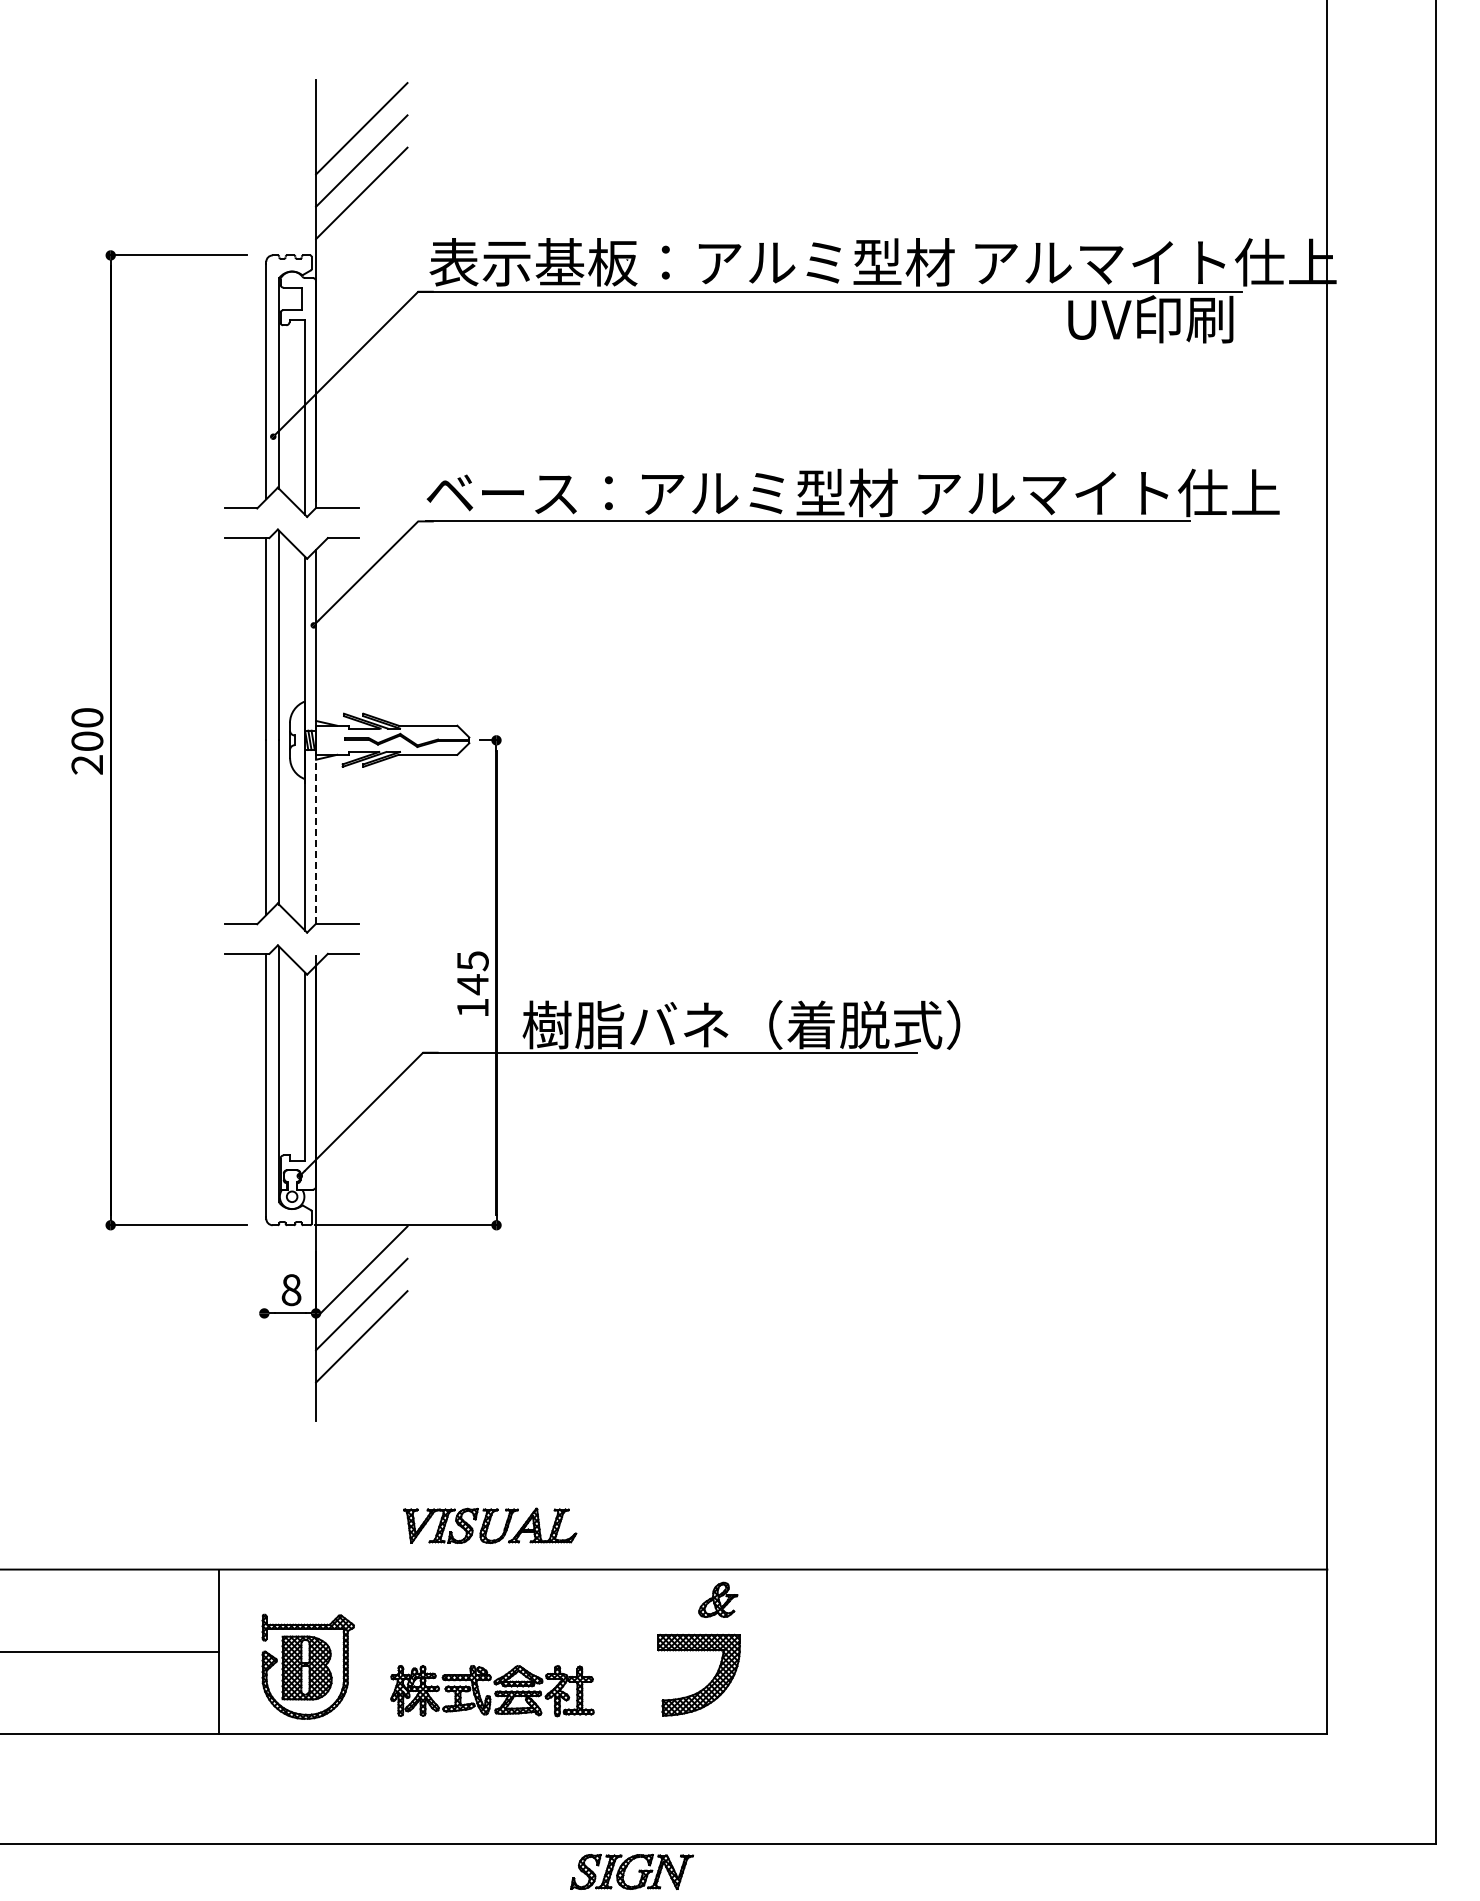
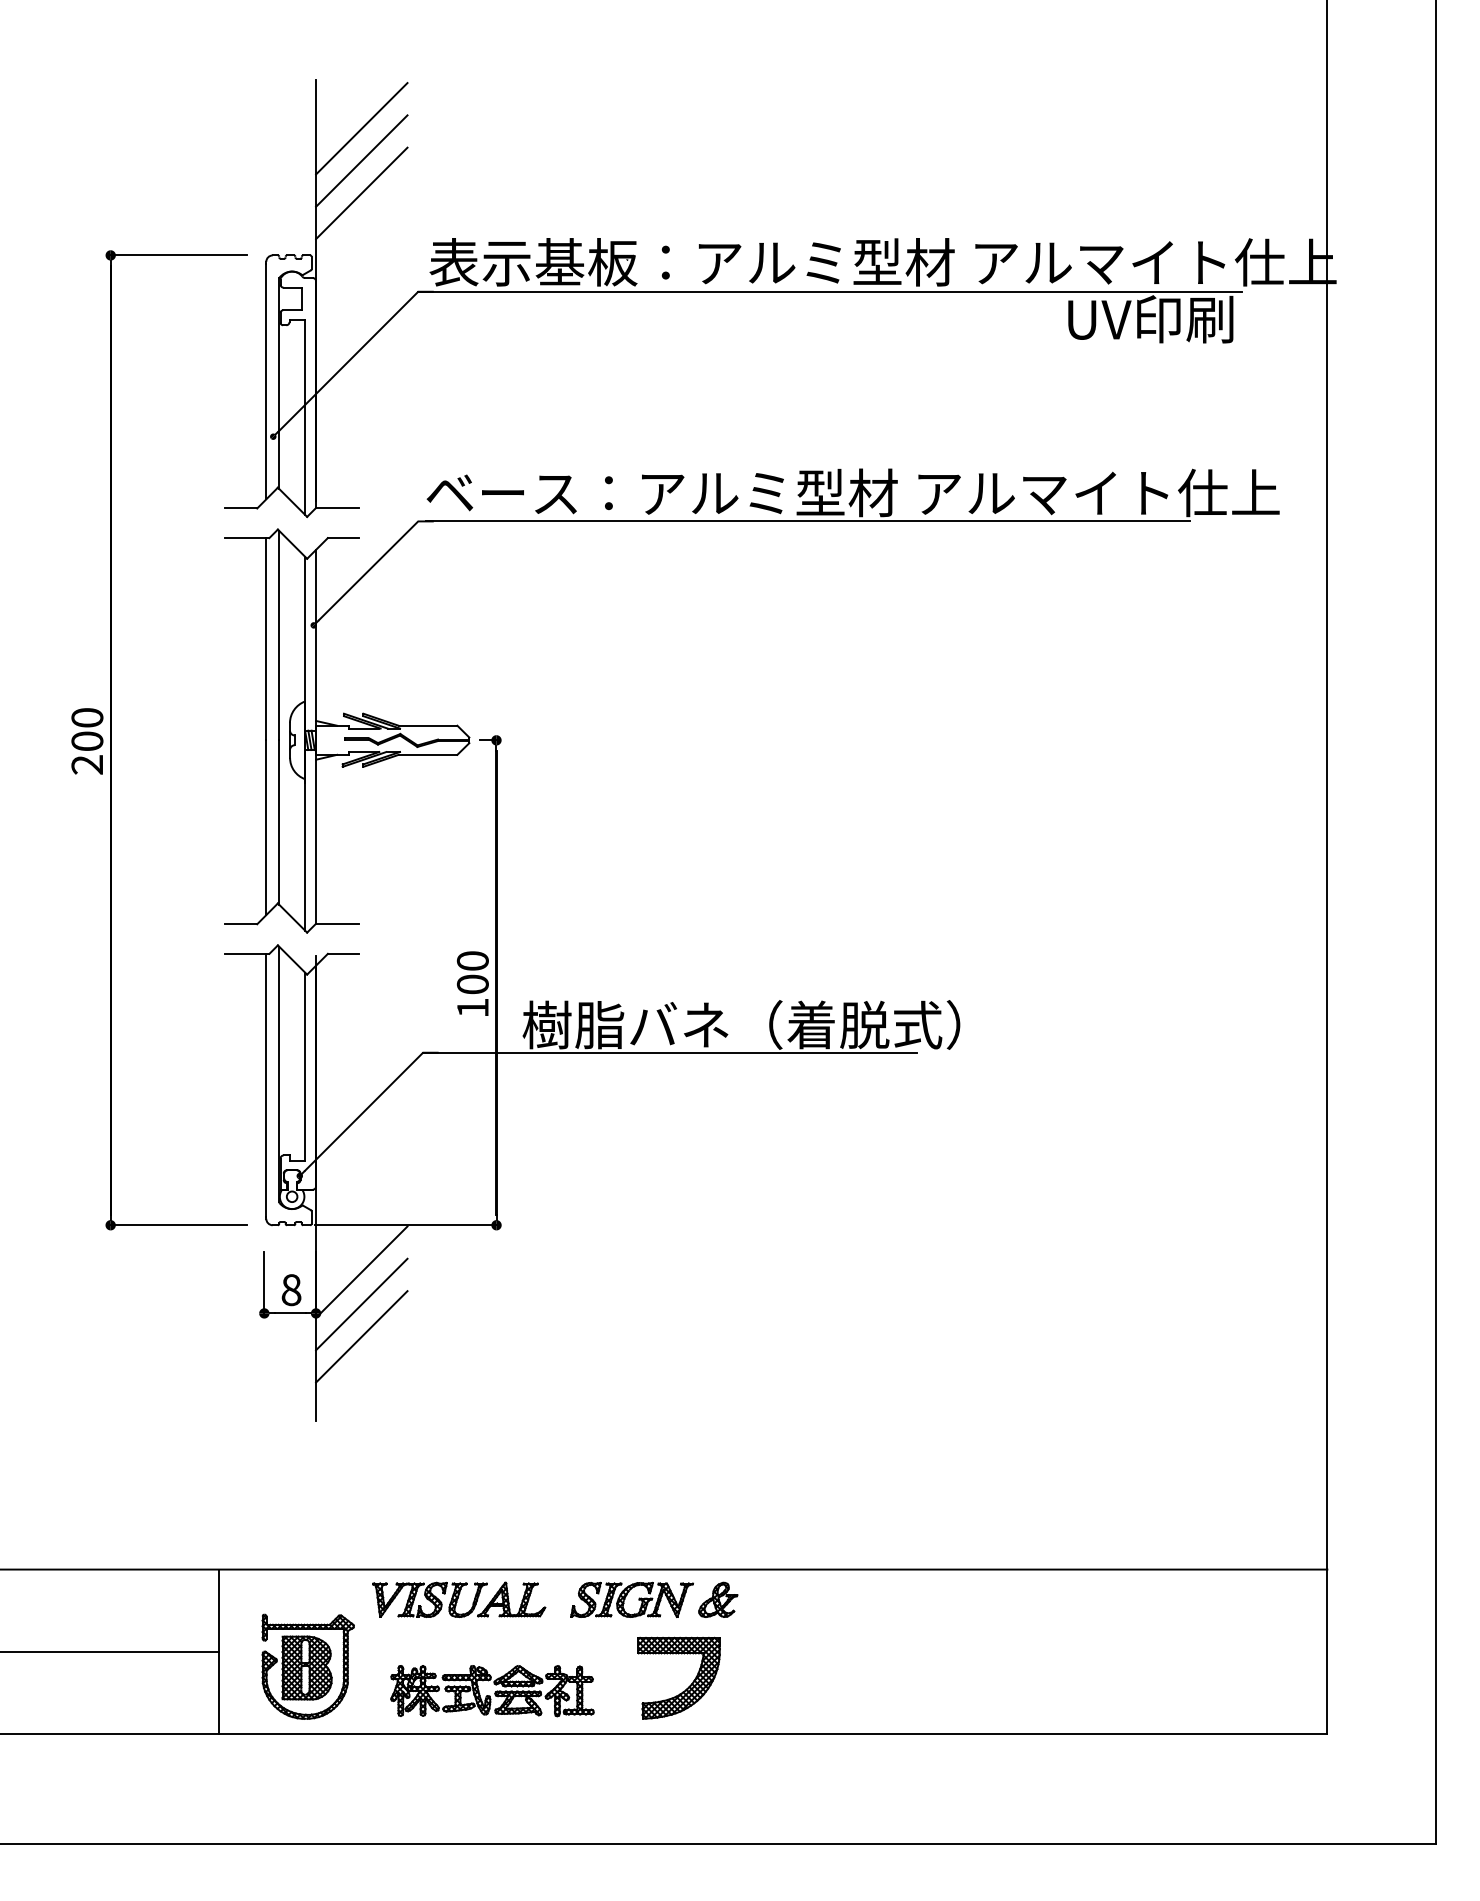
line at (316, 832): dashed -> solid
text at (472, 973): 145 -> 100
line at (264, 1282): none -> present
part at (490, 1525) position: (490, 1525) -> (459, 1599)
part at (708, 1683) position: (708, 1683) -> (688, 1686)
part at (631, 1871) position: (631, 1871) -> (631, 1599)
